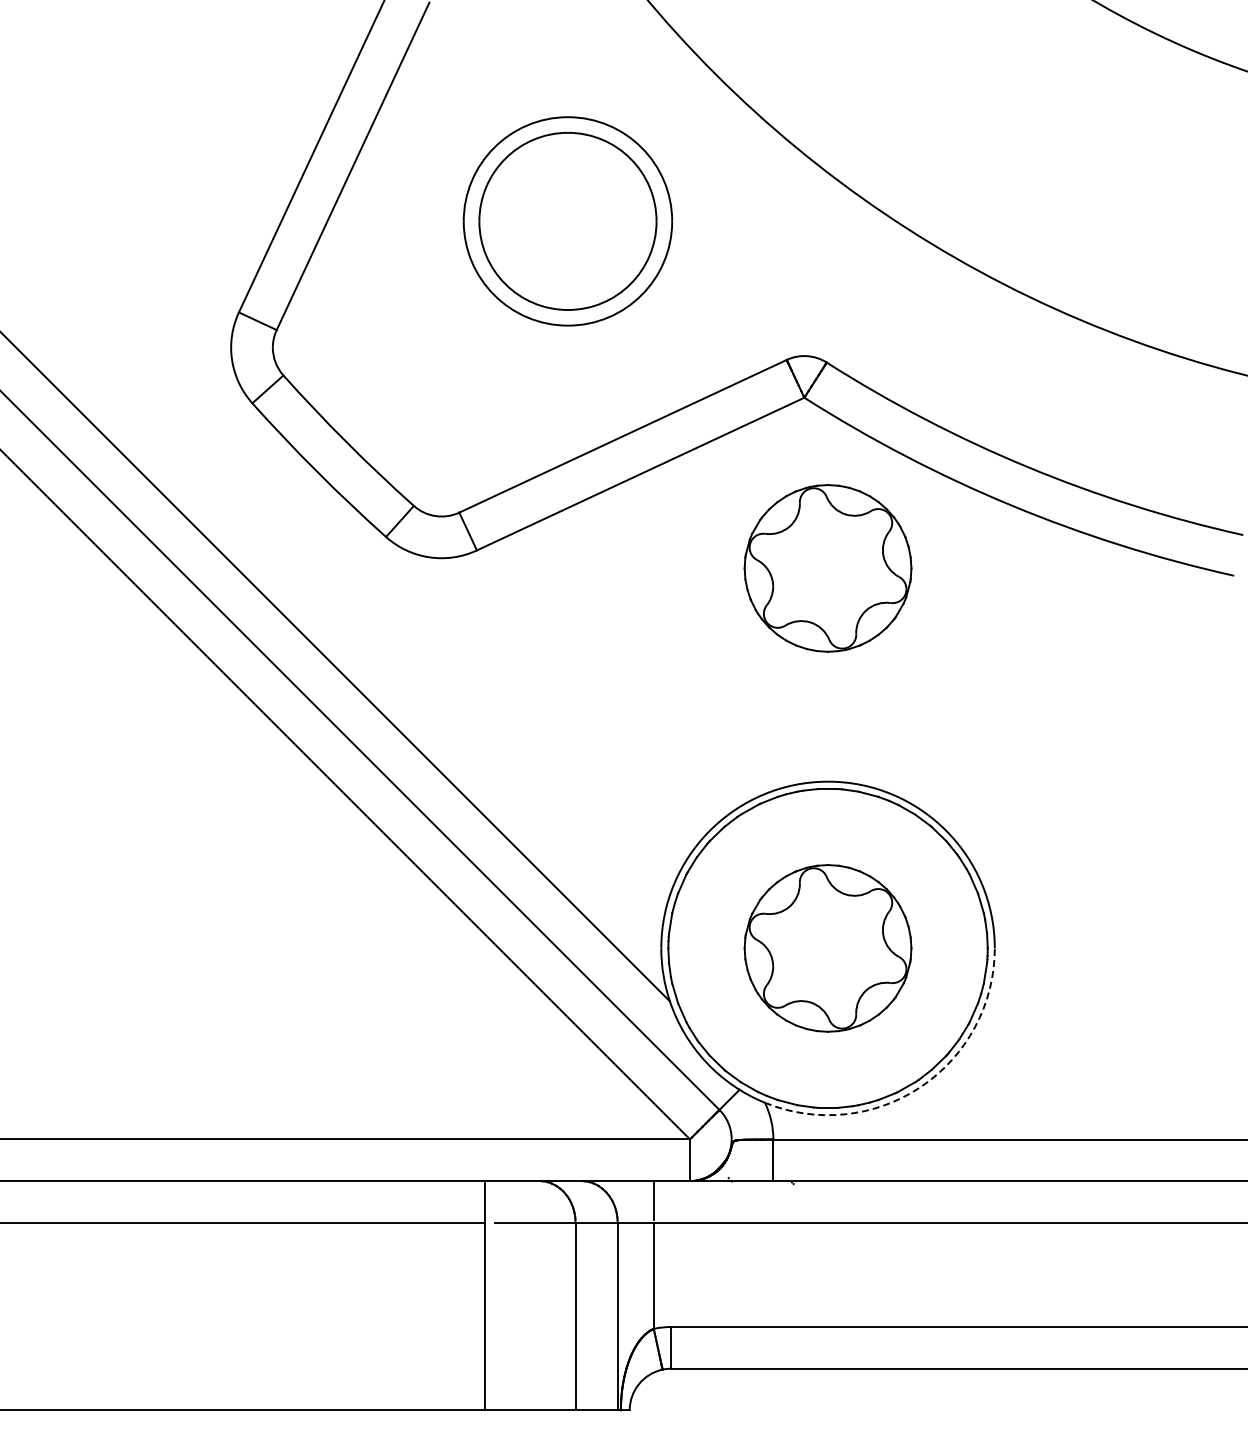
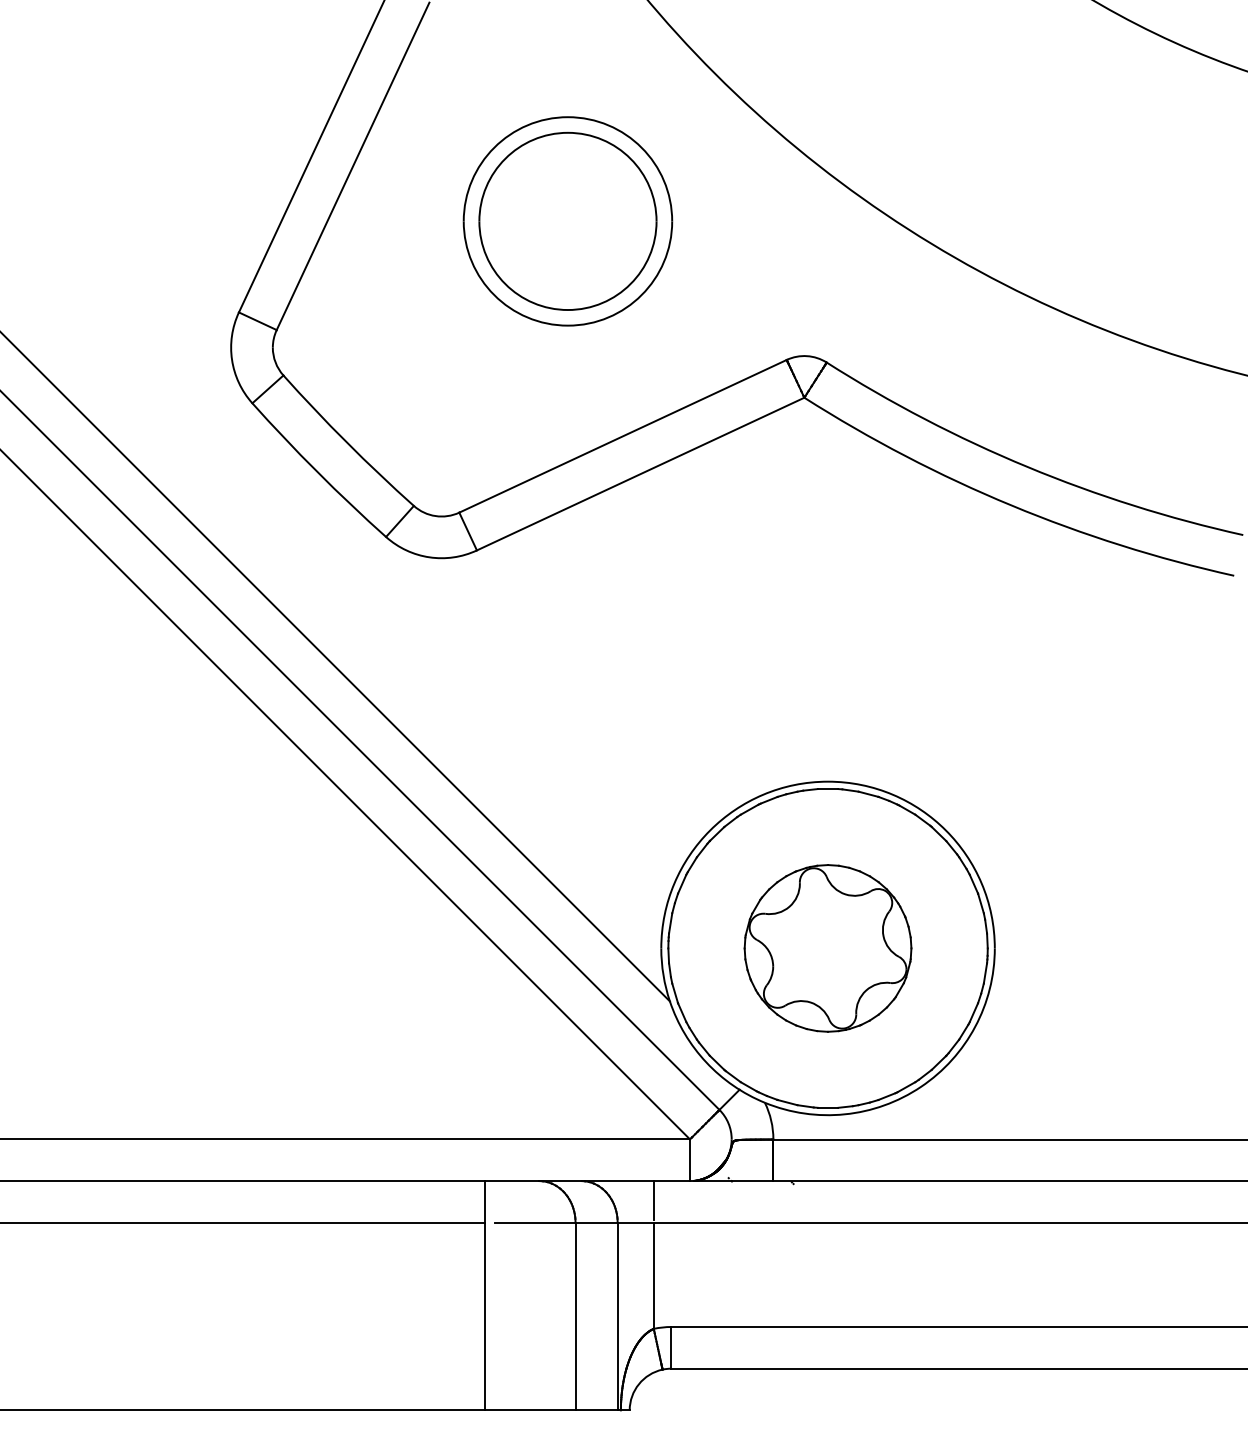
part at (827, 568): present -> none
arc at (921, 1086): dashed -> solid
